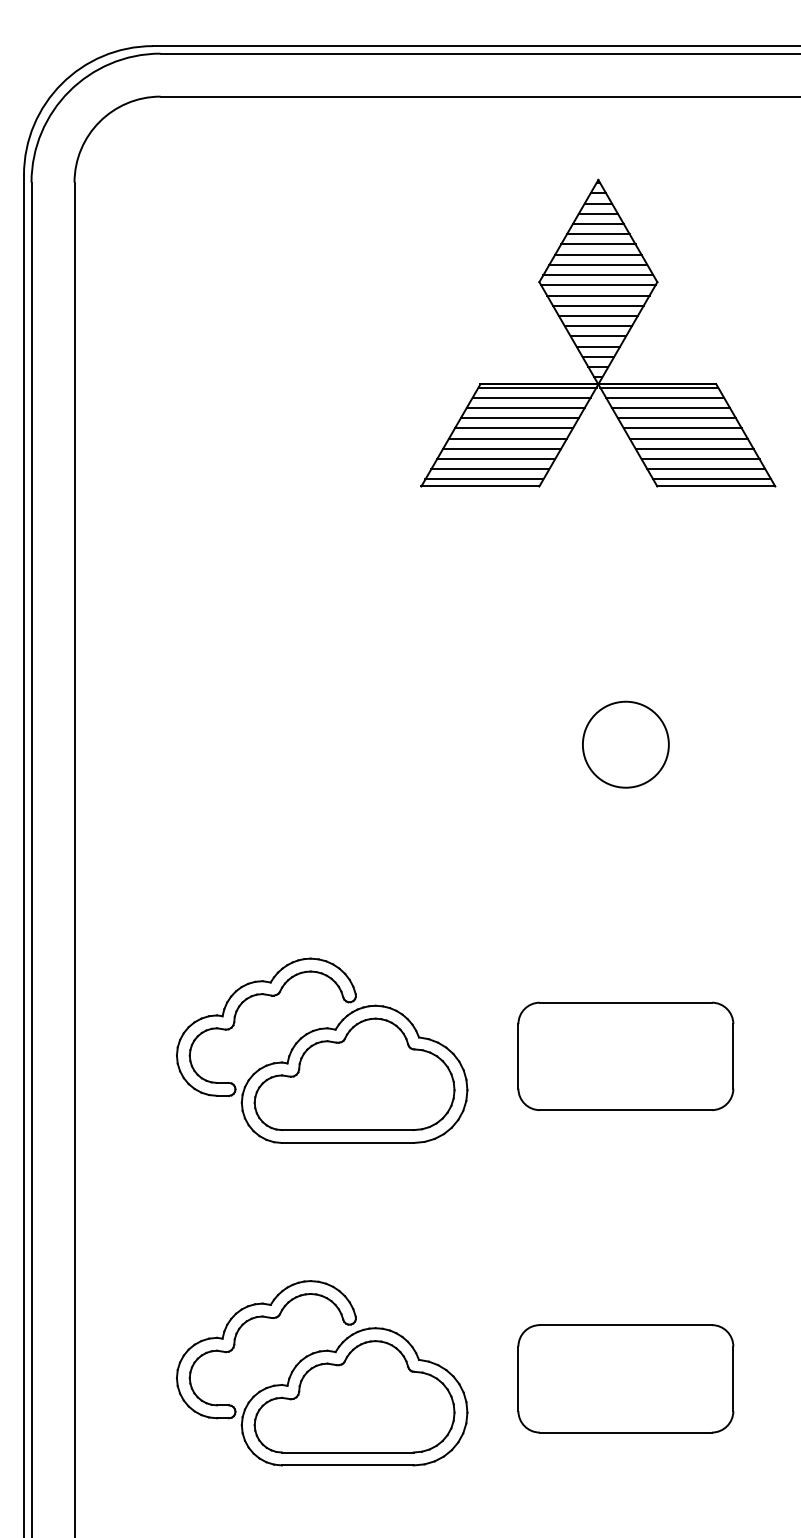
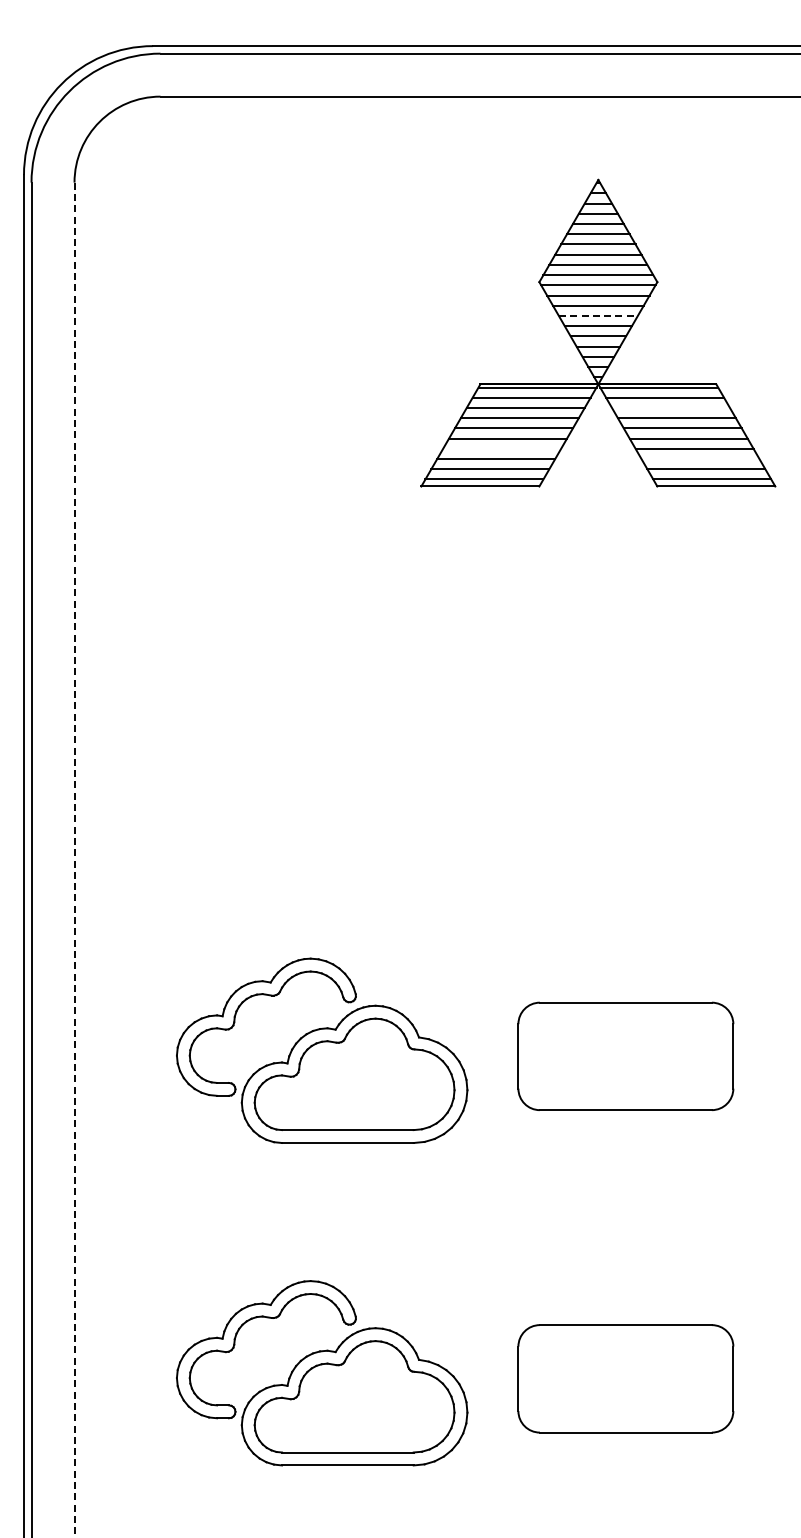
line at (598, 316): solid -> dashed
line at (671, 407): present -> none
line at (502, 448): present -> none
line at (700, 459): present -> none
circle at (625, 744): present -> none
line at (74, 860): solid -> dashed
